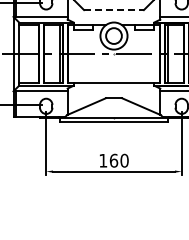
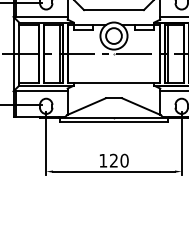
line at (114, 10): dashed -> solid
text at (113, 160): 160 -> 120
